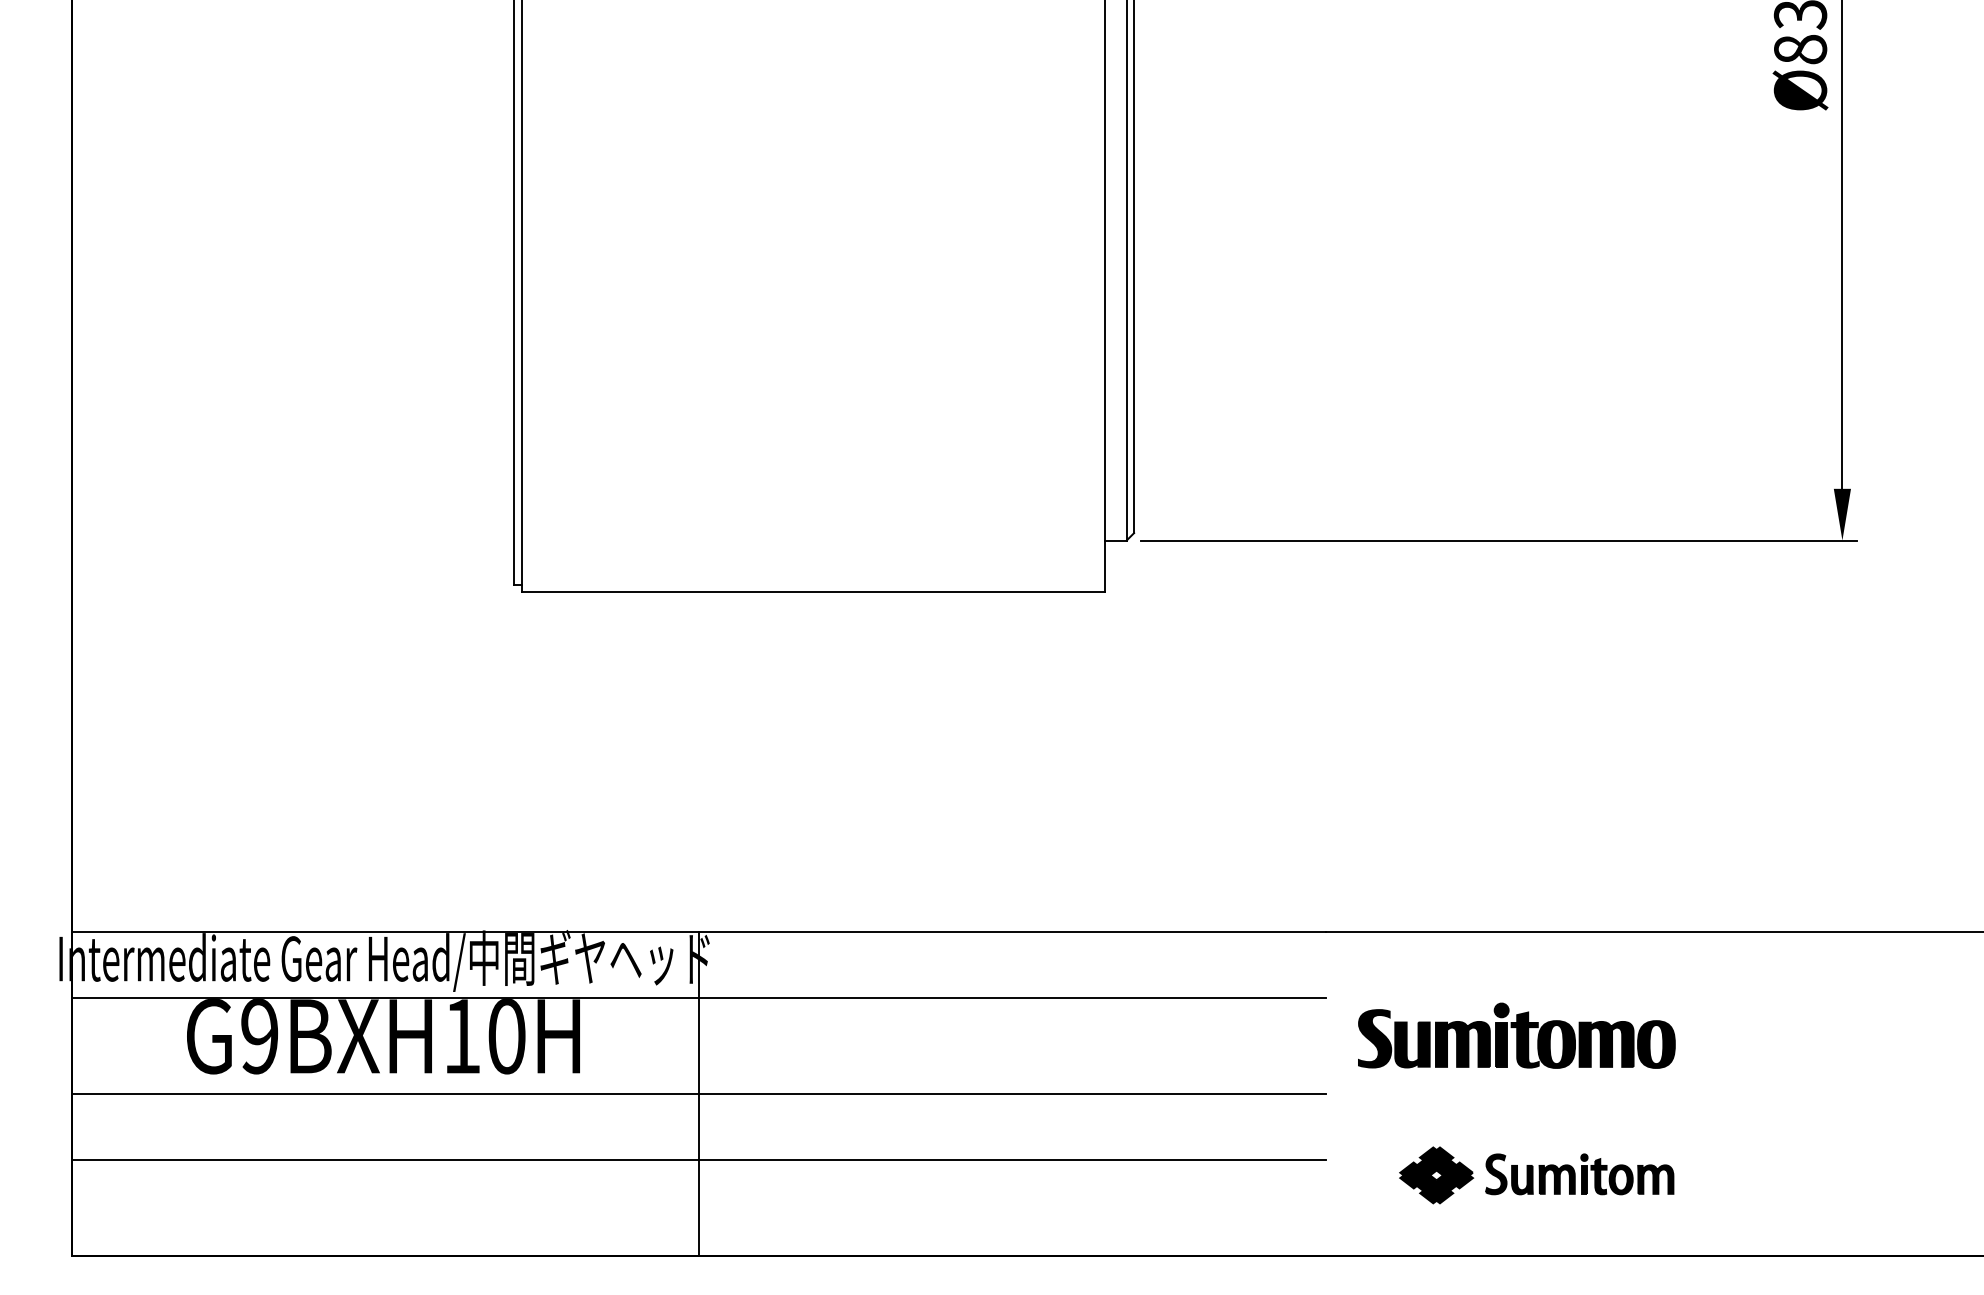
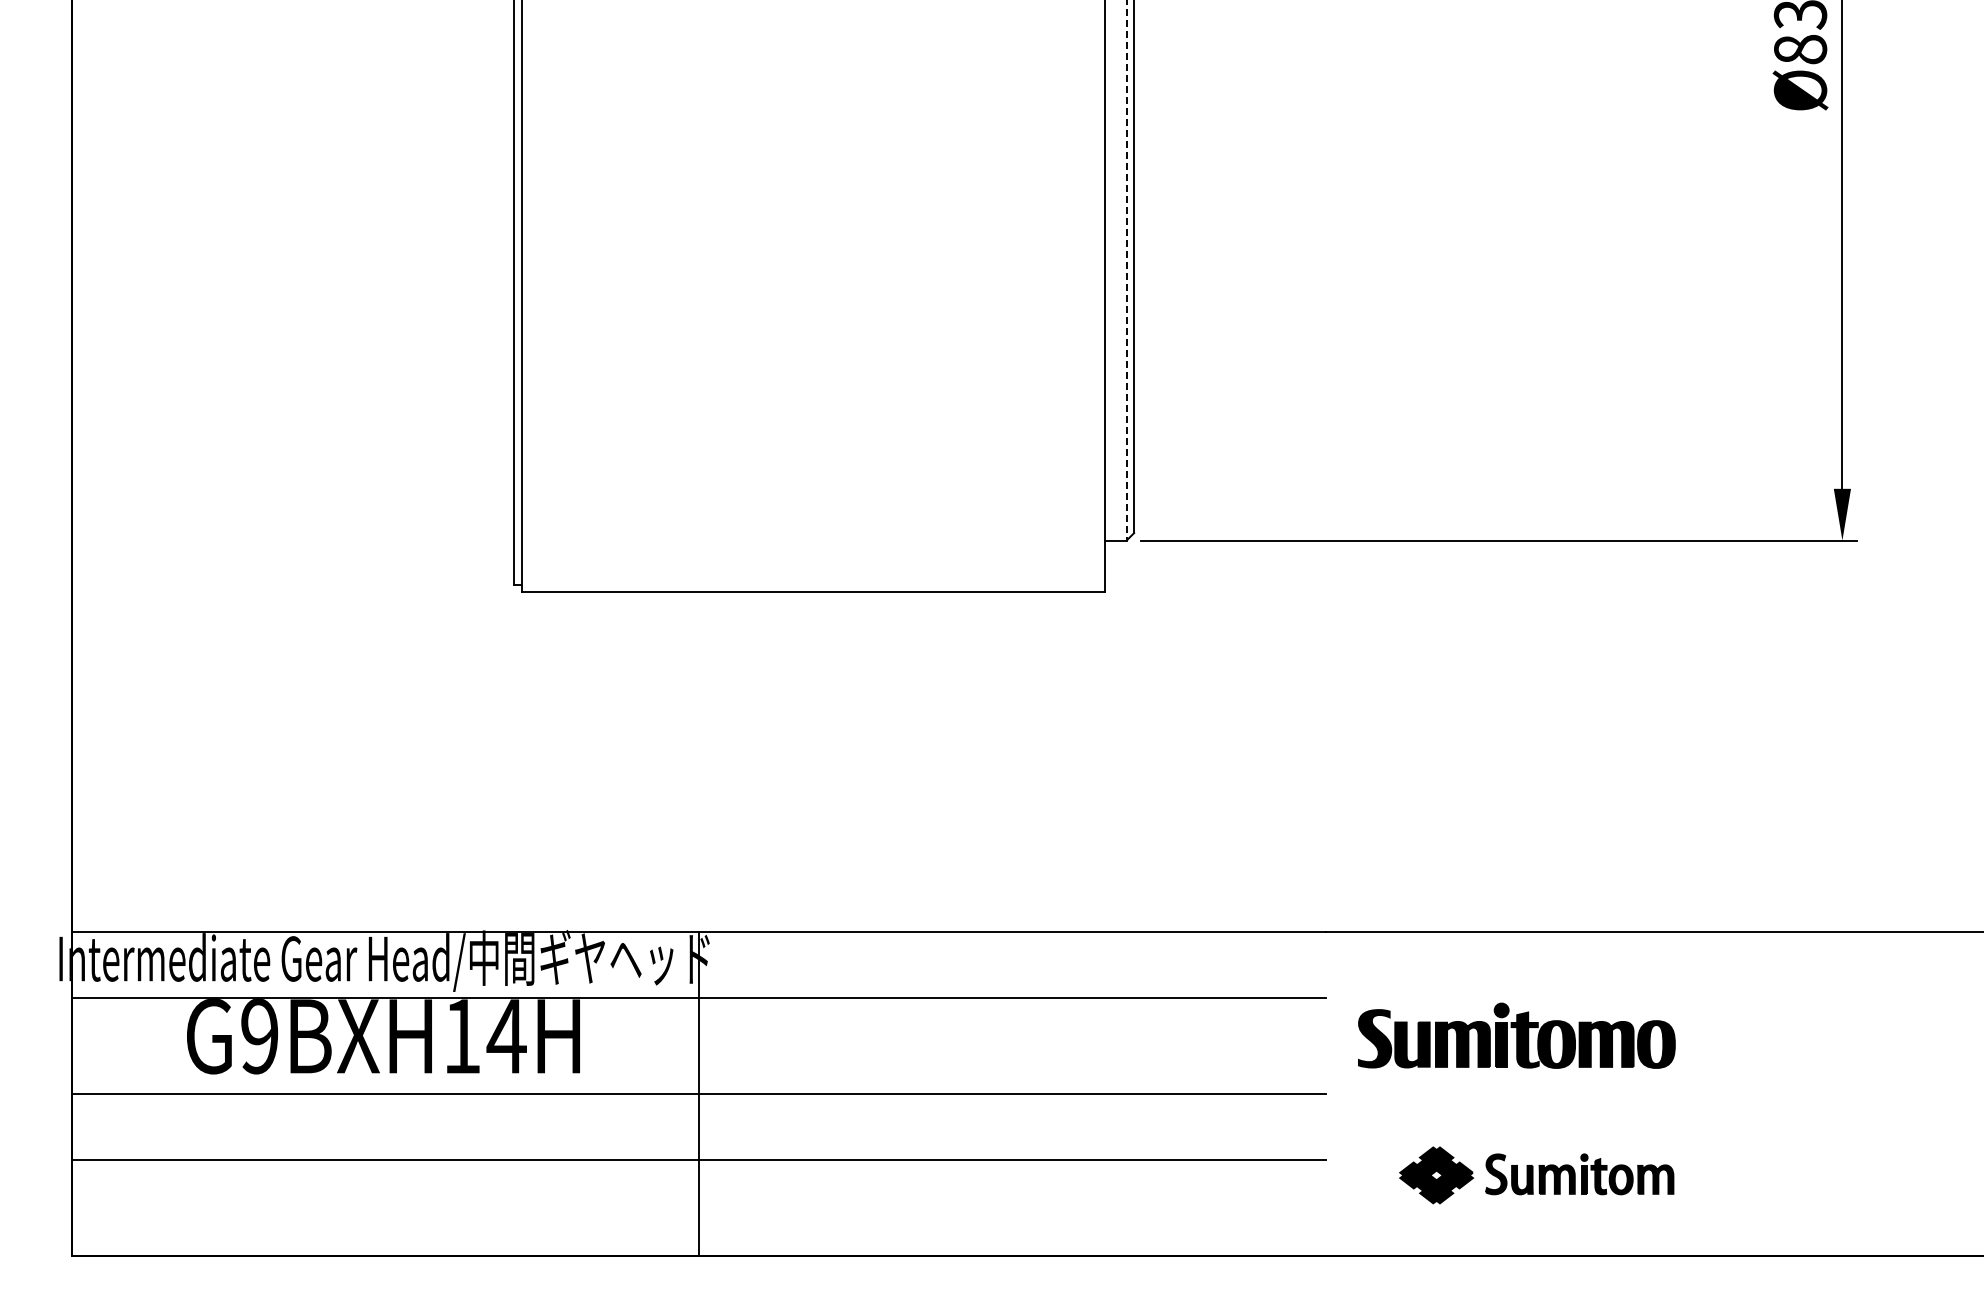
line at (1126, 270): solid -> dashed
text at (506, 1036): G9BXH10H -> G9BXH14H
